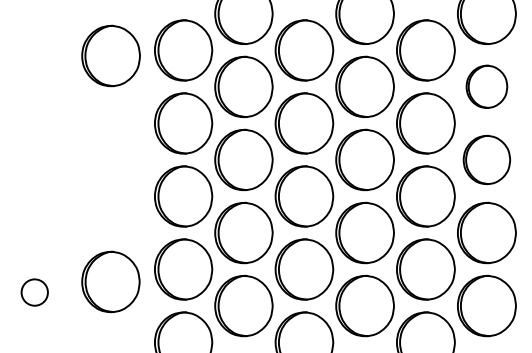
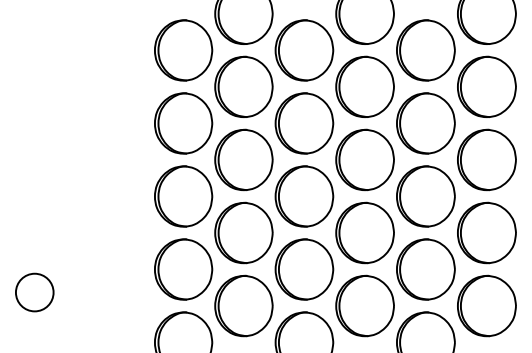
part at (110, 55): present -> none
part at (486, 86) size: 44x45 px -> 60x63 px
part at (486, 159) size: 50x51 px -> 60x64 px
part at (110, 281): present -> none
circle at (34, 292) diameter: 26 px -> 38 px
